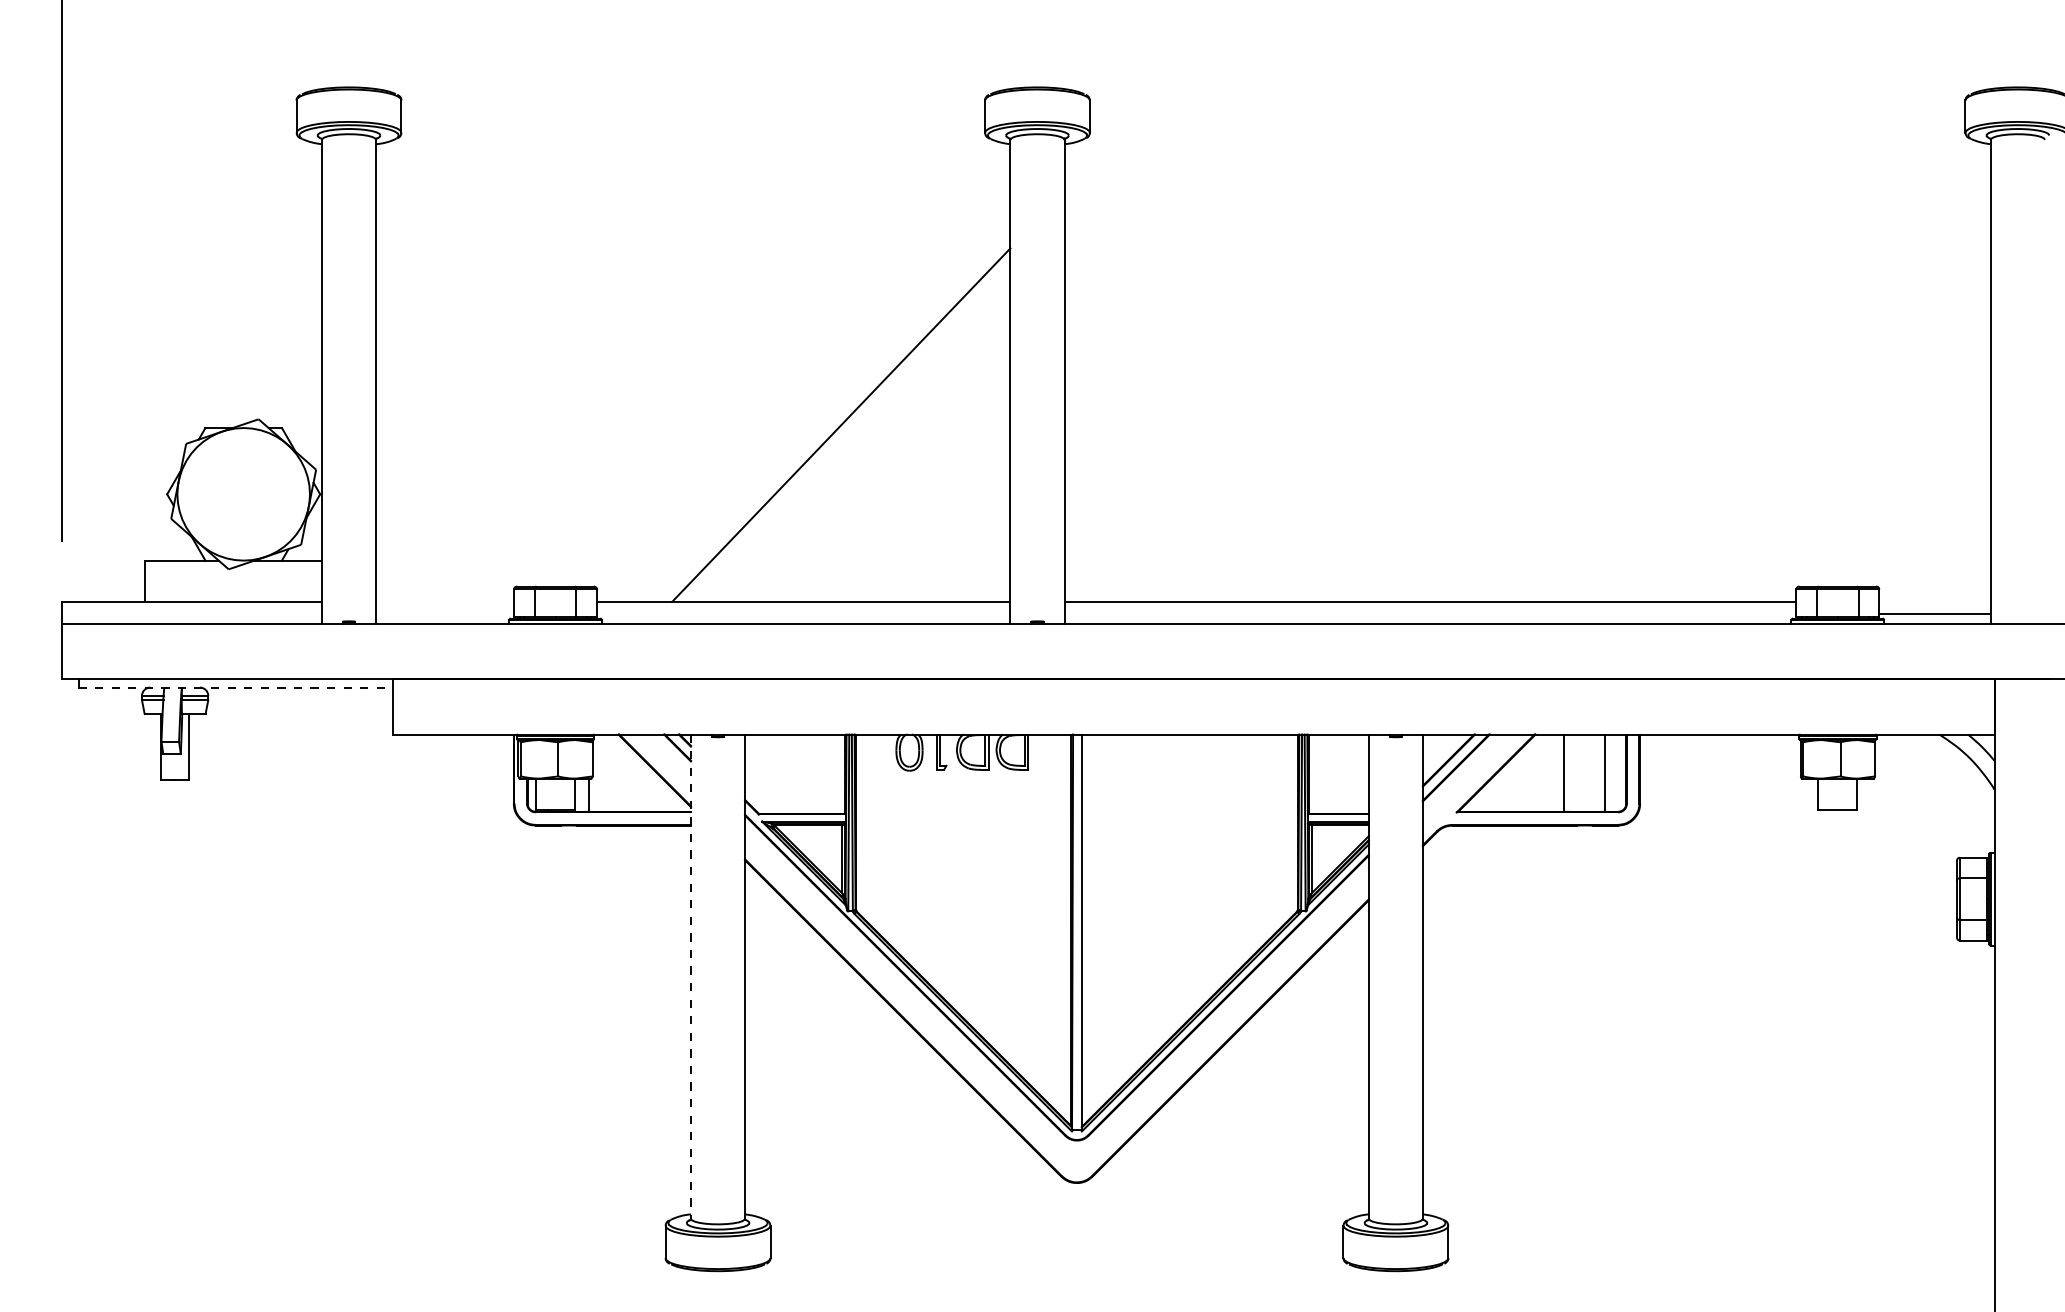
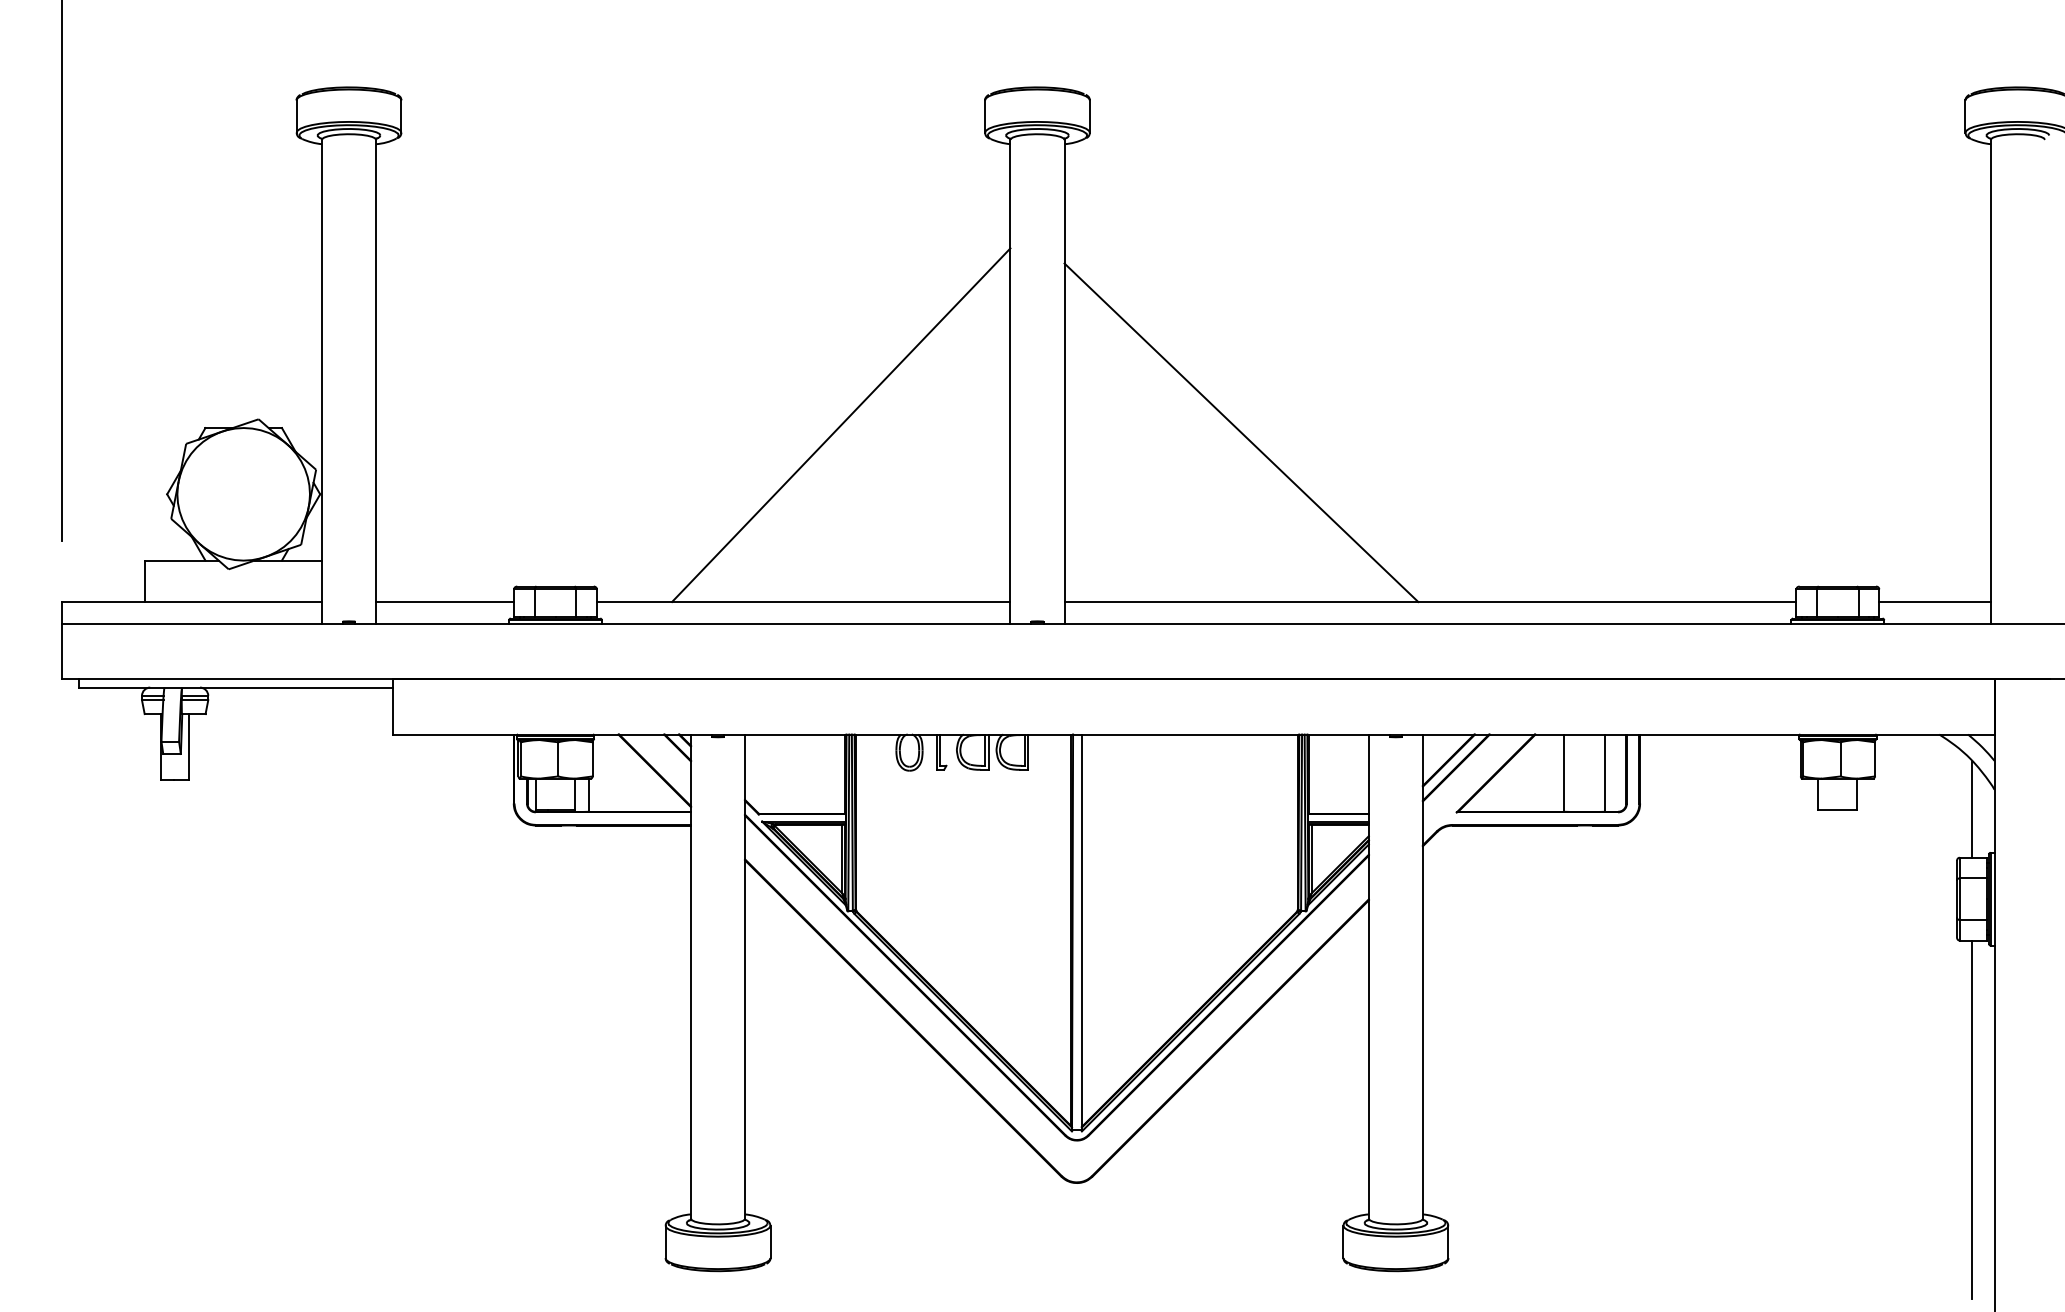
line at (1241, 432): none -> present
line at (445, 602): none -> present
line at (1934, 614) position: (1934, 614) -> (1934, 602)
line at (236, 687): dashed -> solid
line at (1972, 809): none -> present
line at (690, 977): dashed -> solid
line at (1972, 1119): none -> present
